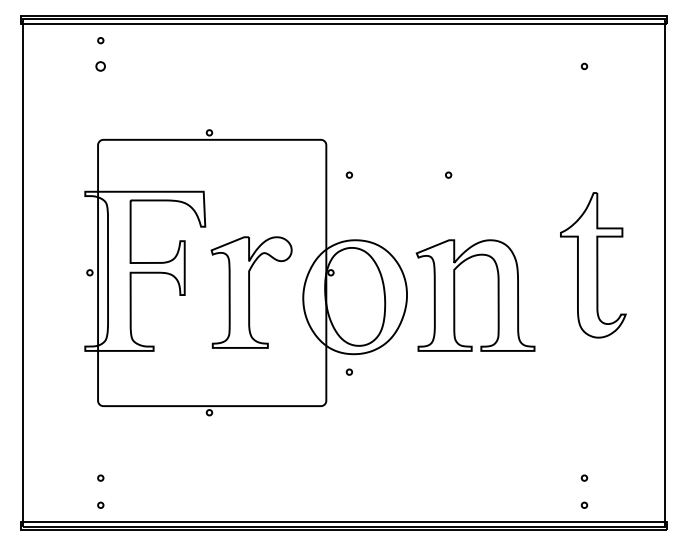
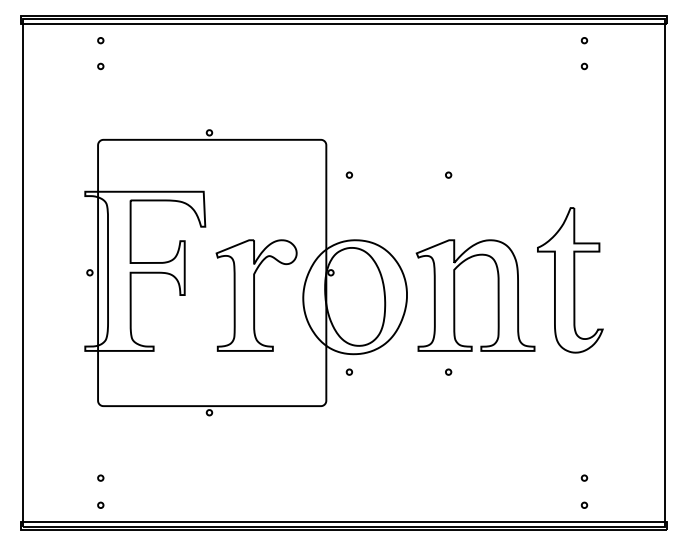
part at (584, 40): none -> present
part at (100, 66) size: 11x11 px -> 8x9 px
part at (593, 265) position: (593, 265) -> (570, 280)
part at (251, 292) position: (251, 292) -> (256, 295)
part at (448, 371): none -> present
